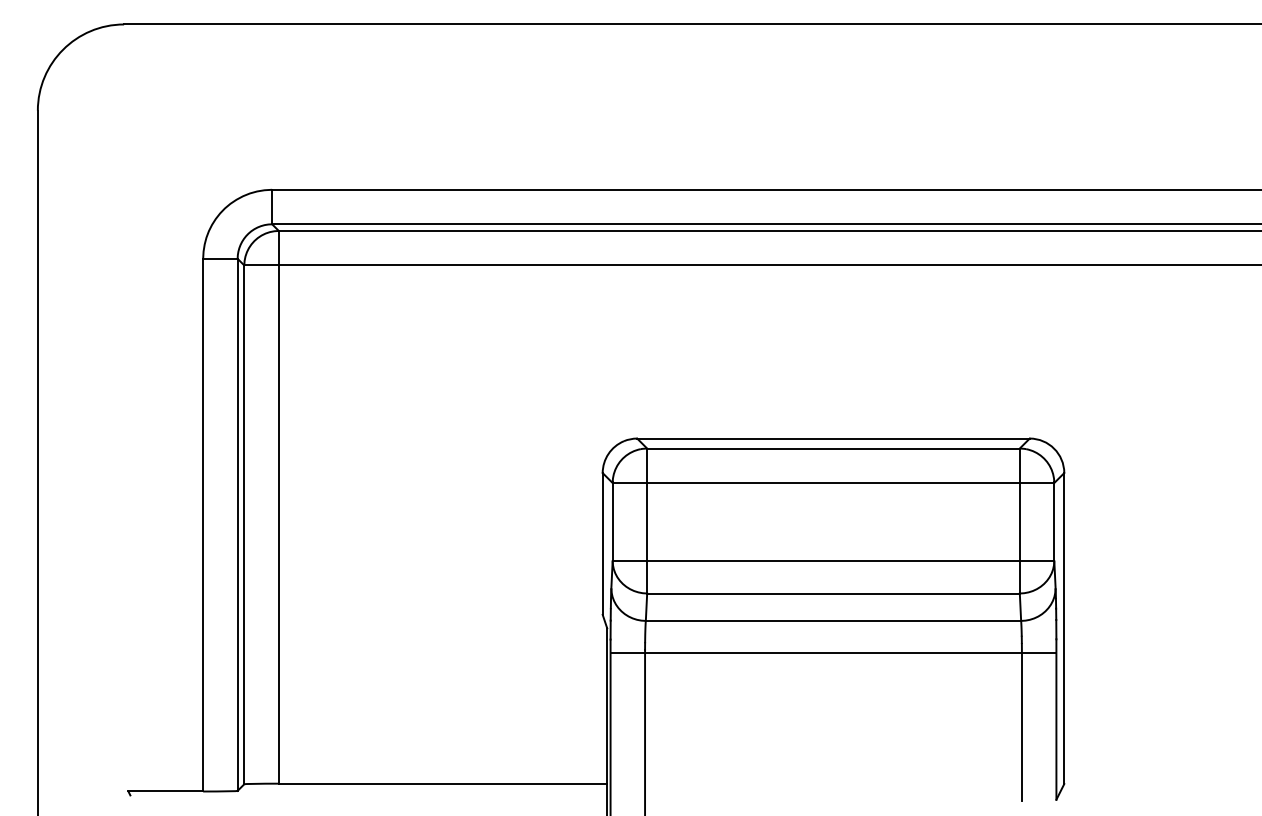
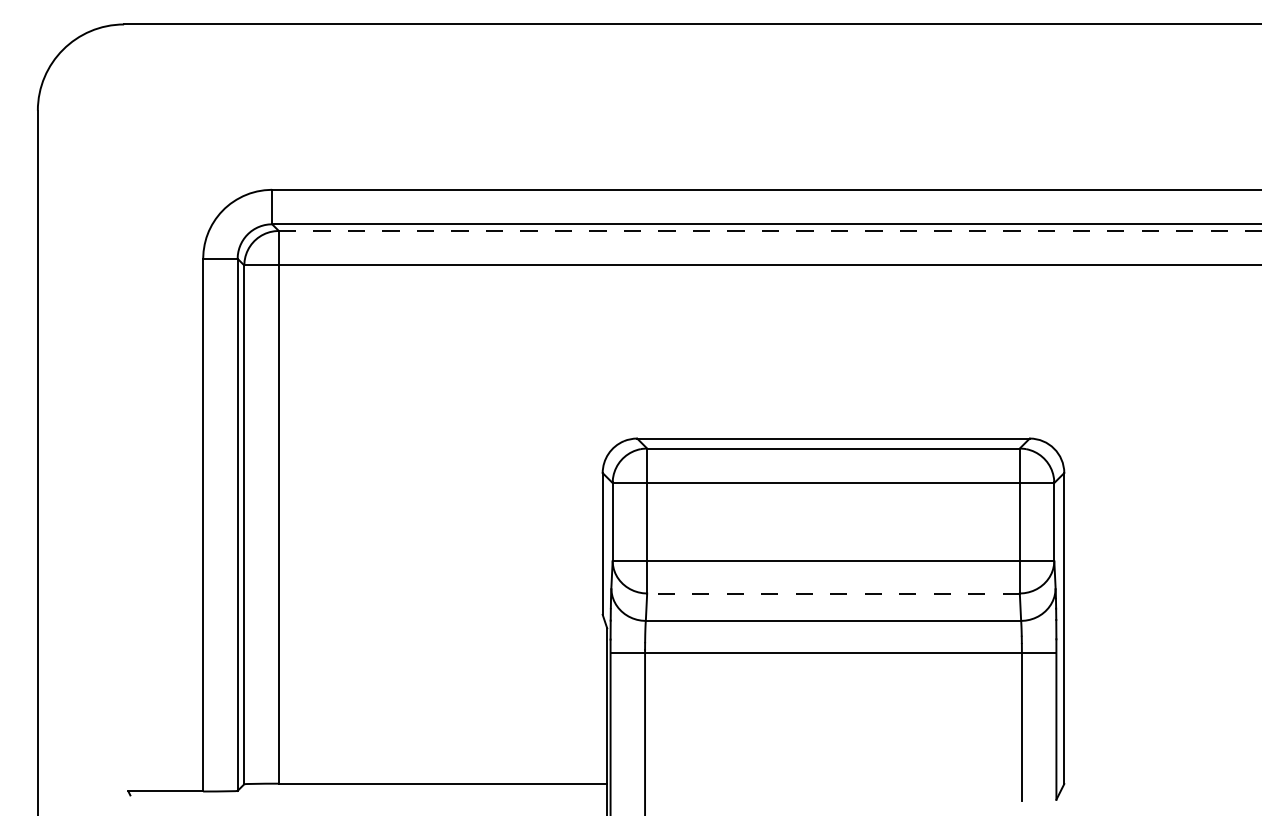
line at (770, 230): solid -> dashed
line at (833, 593): solid -> dashed
